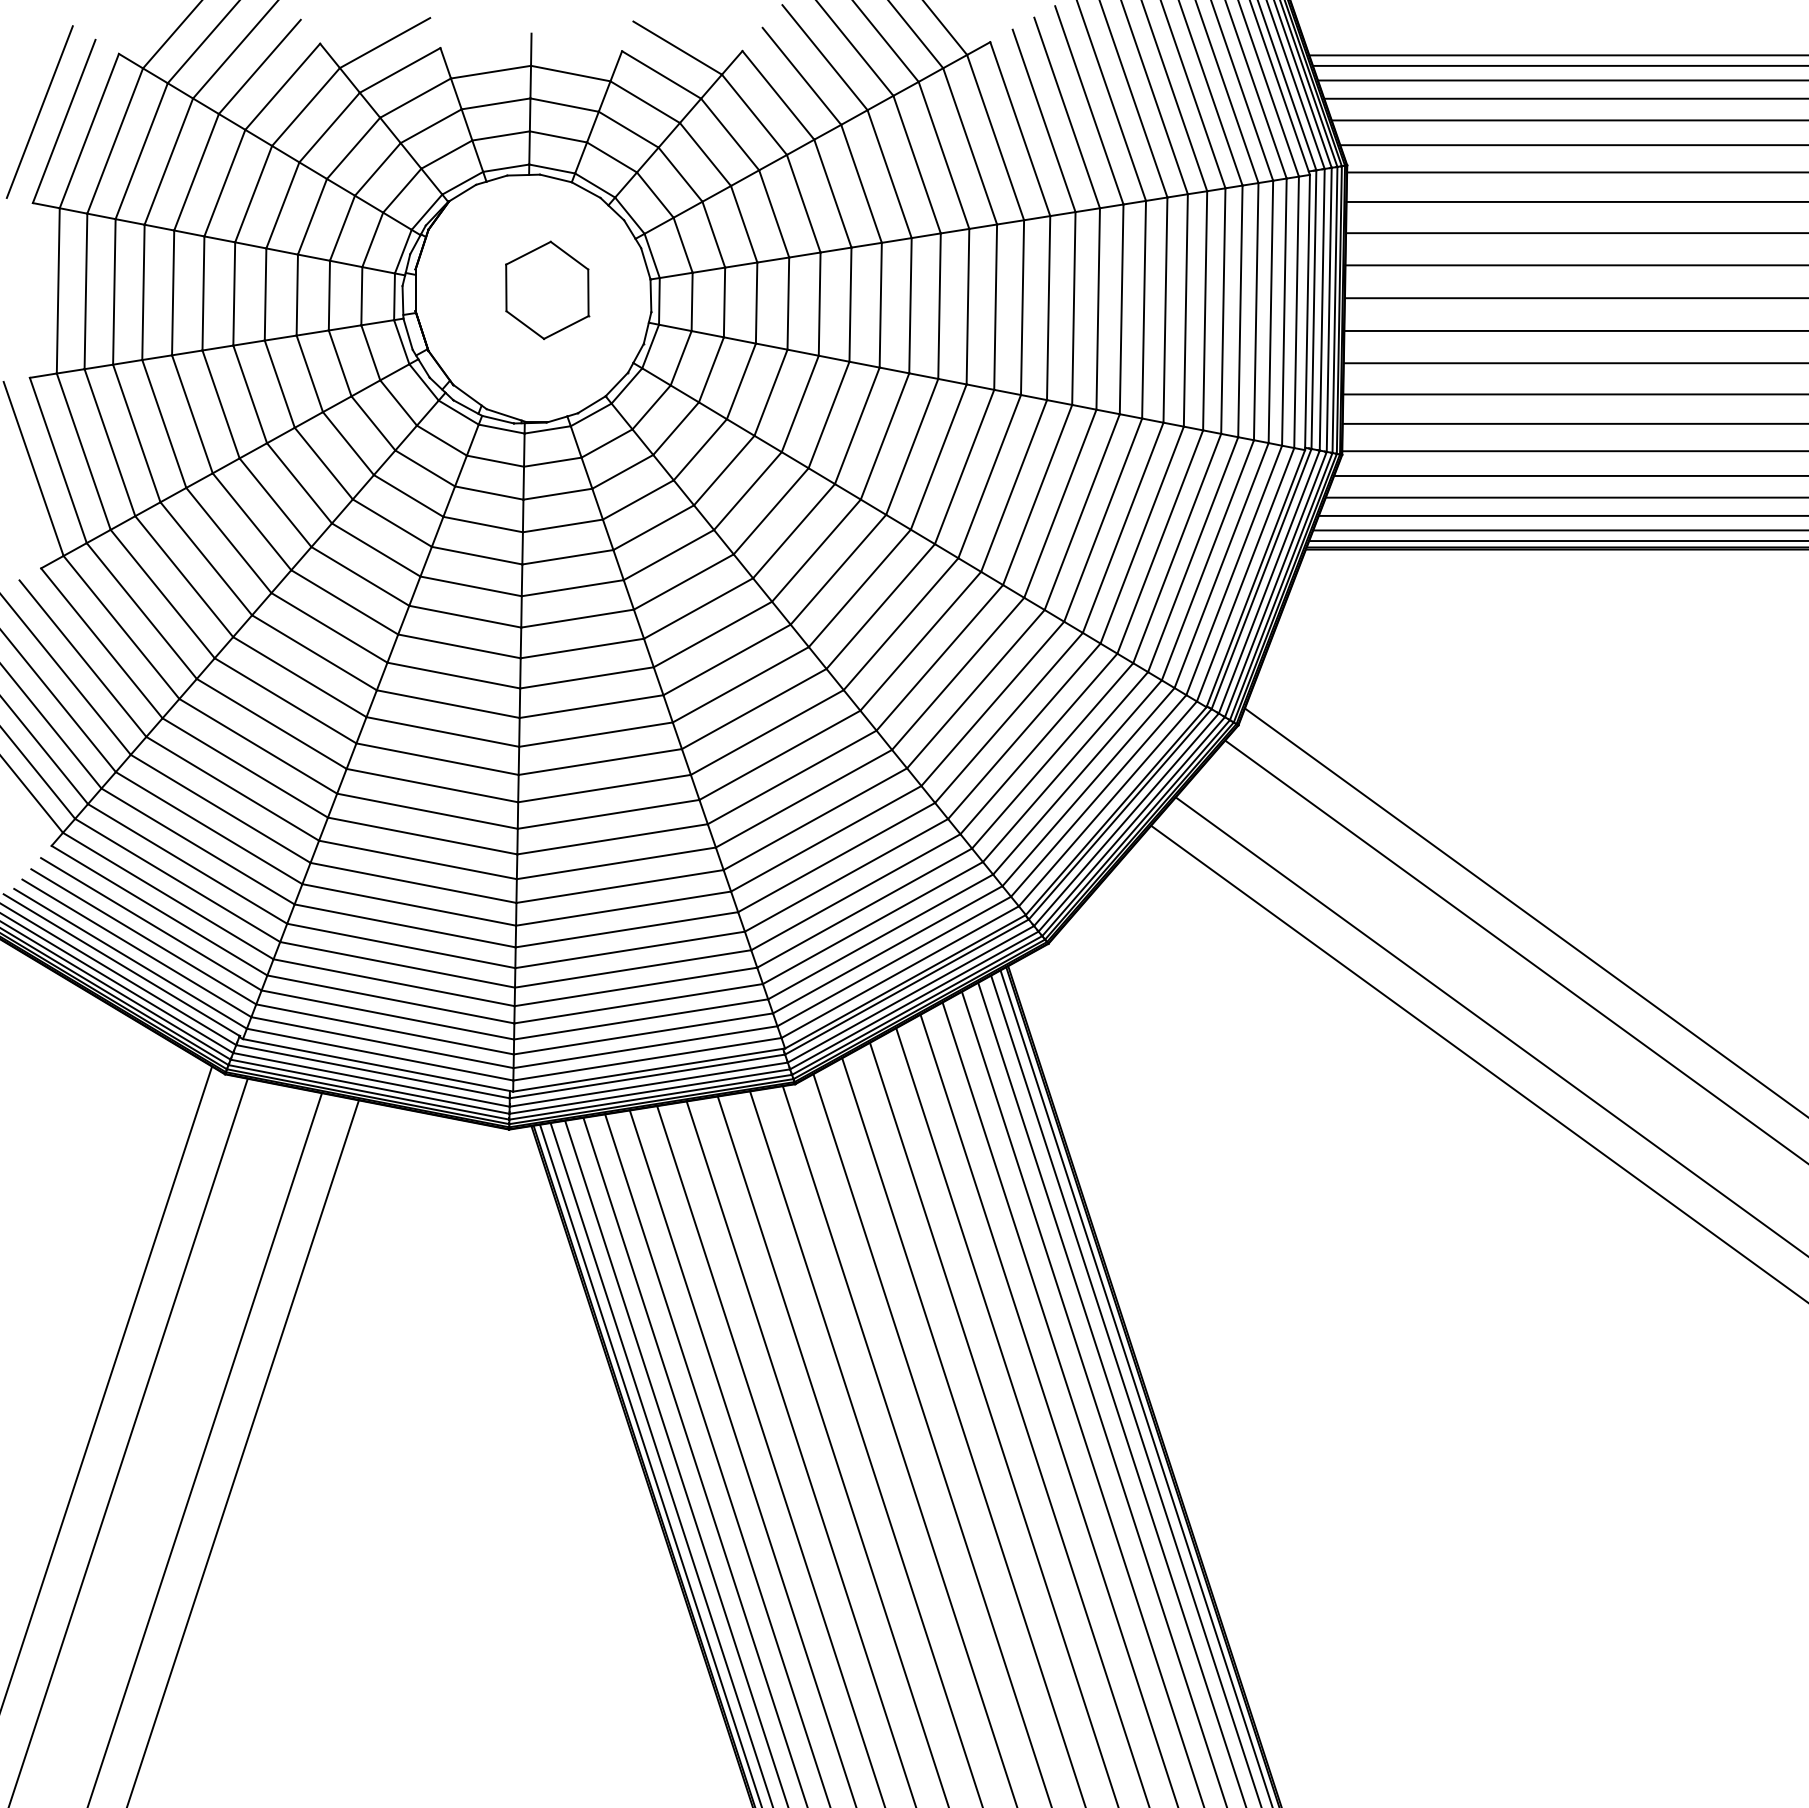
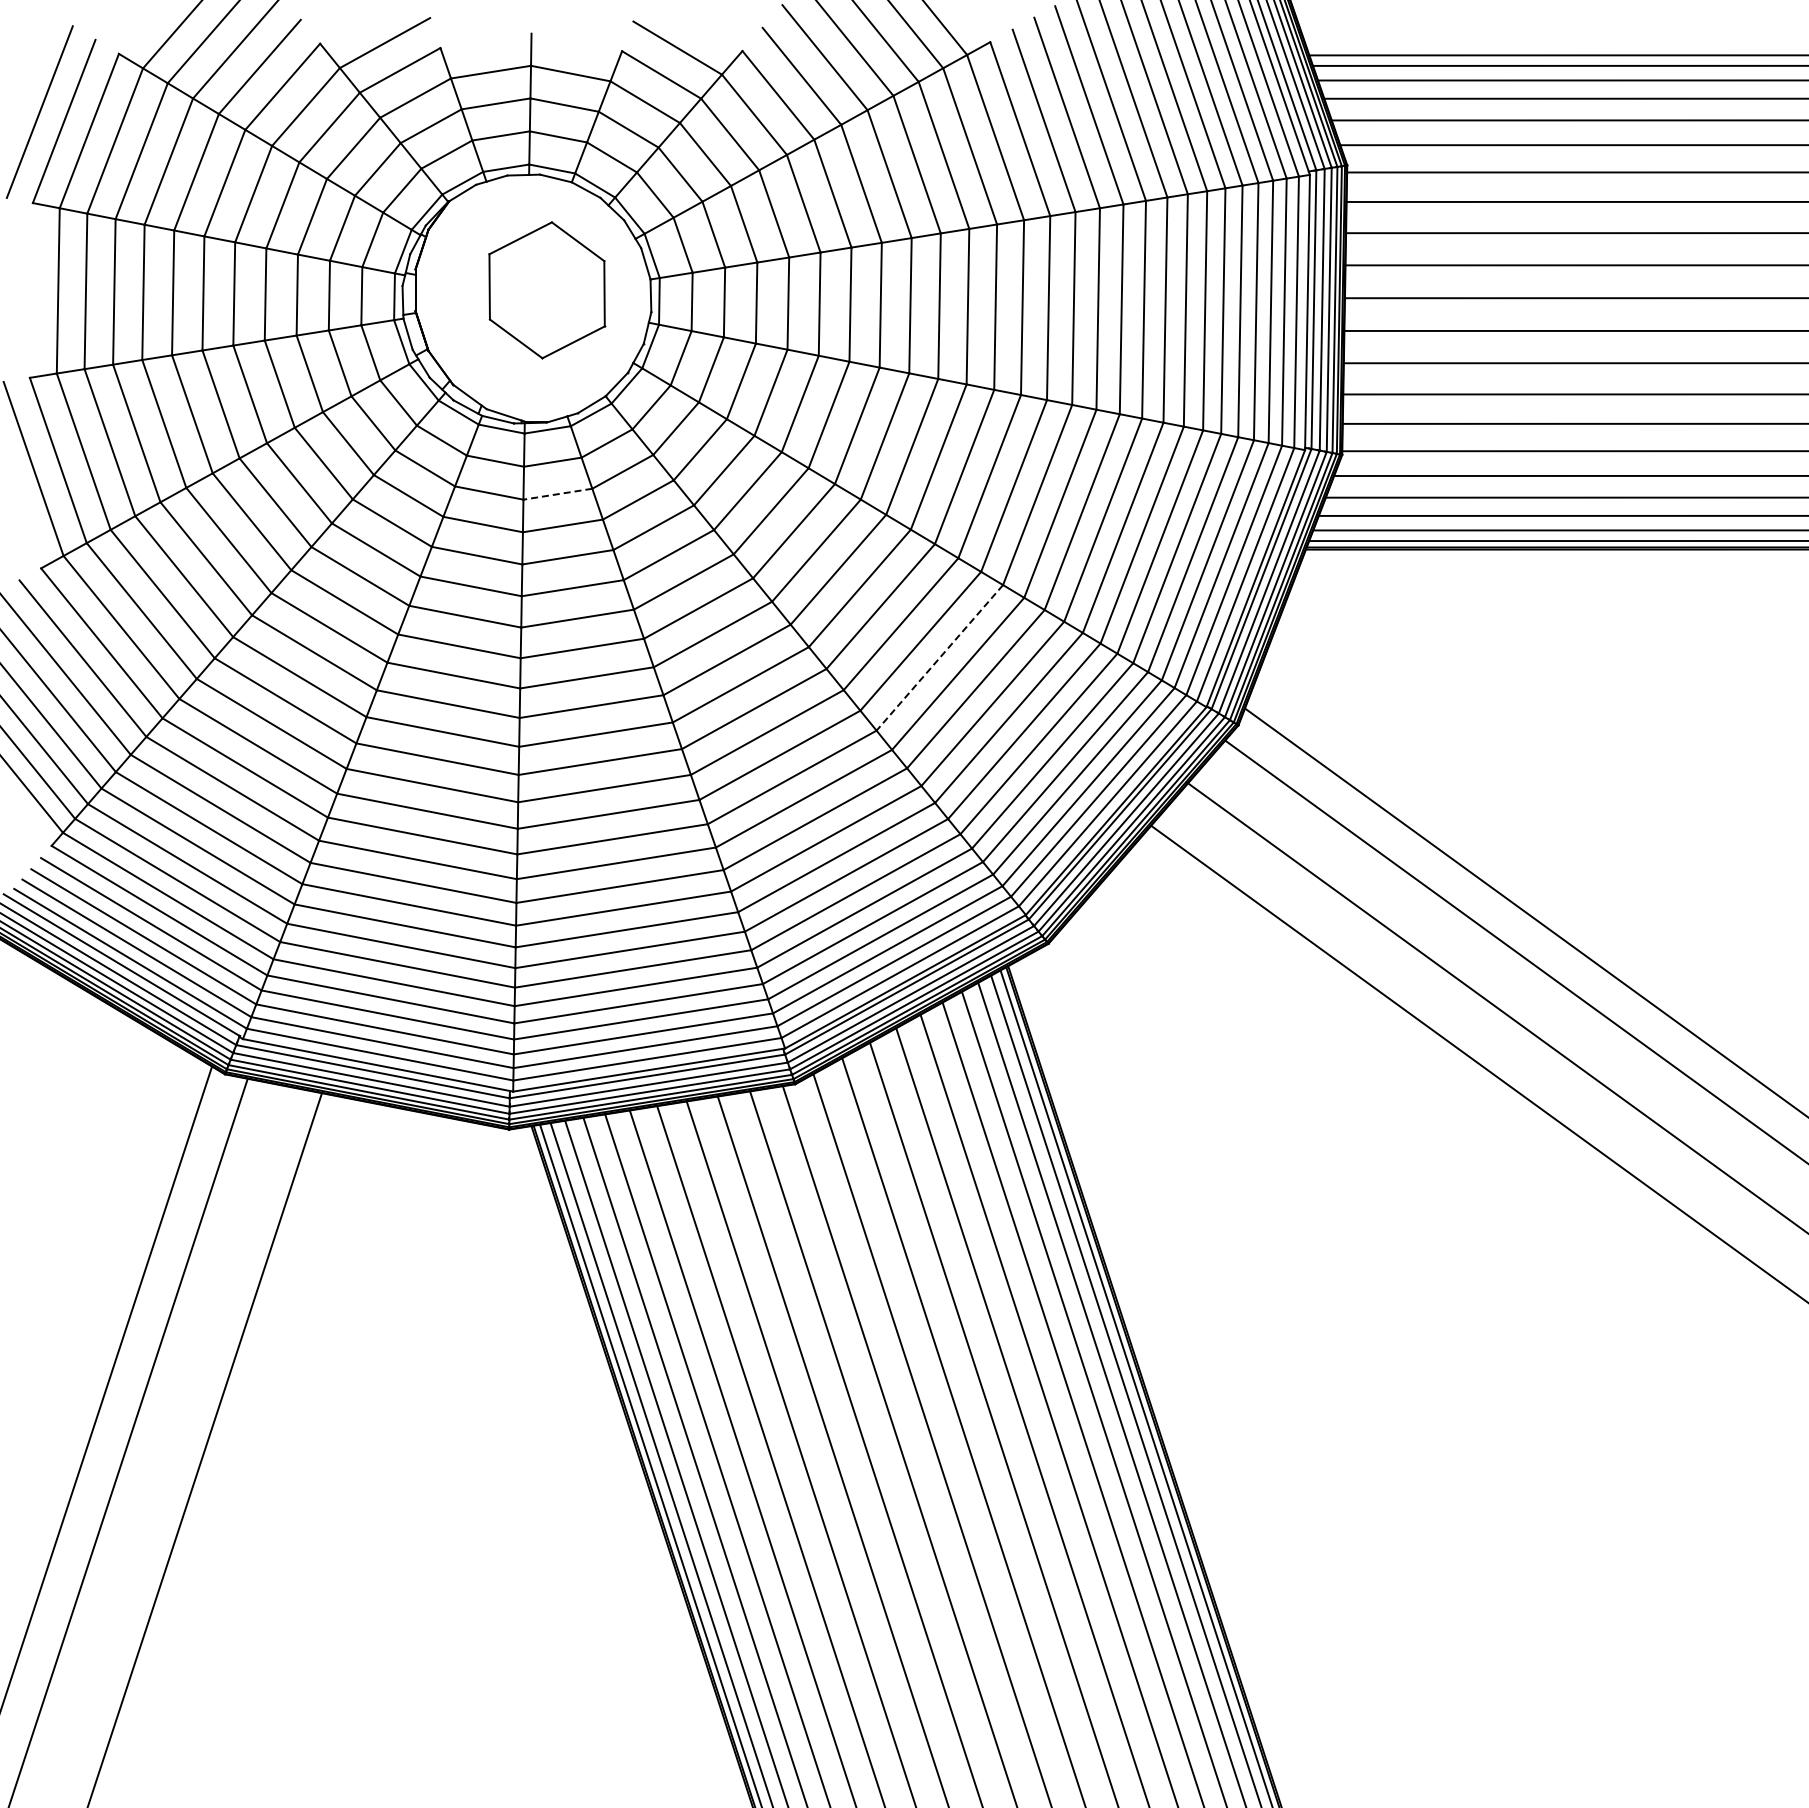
part at (547, 290) size: 86x101 px -> 119x139 px
line at (557, 494): solid -> dashed
line at (939, 658): solid -> dashed
line at (1490, 1025) position: (1490, 1025) -> (1495, 1006)
line at (242, 1452): present -> none
